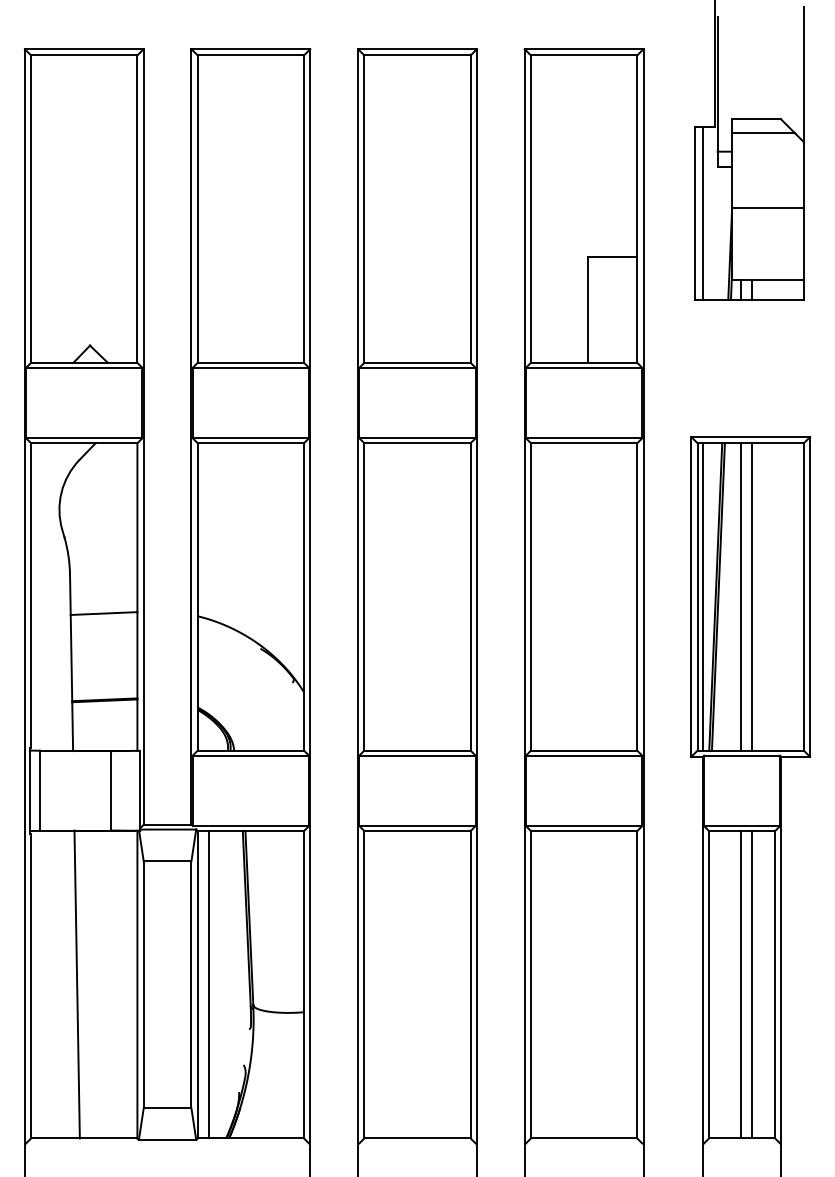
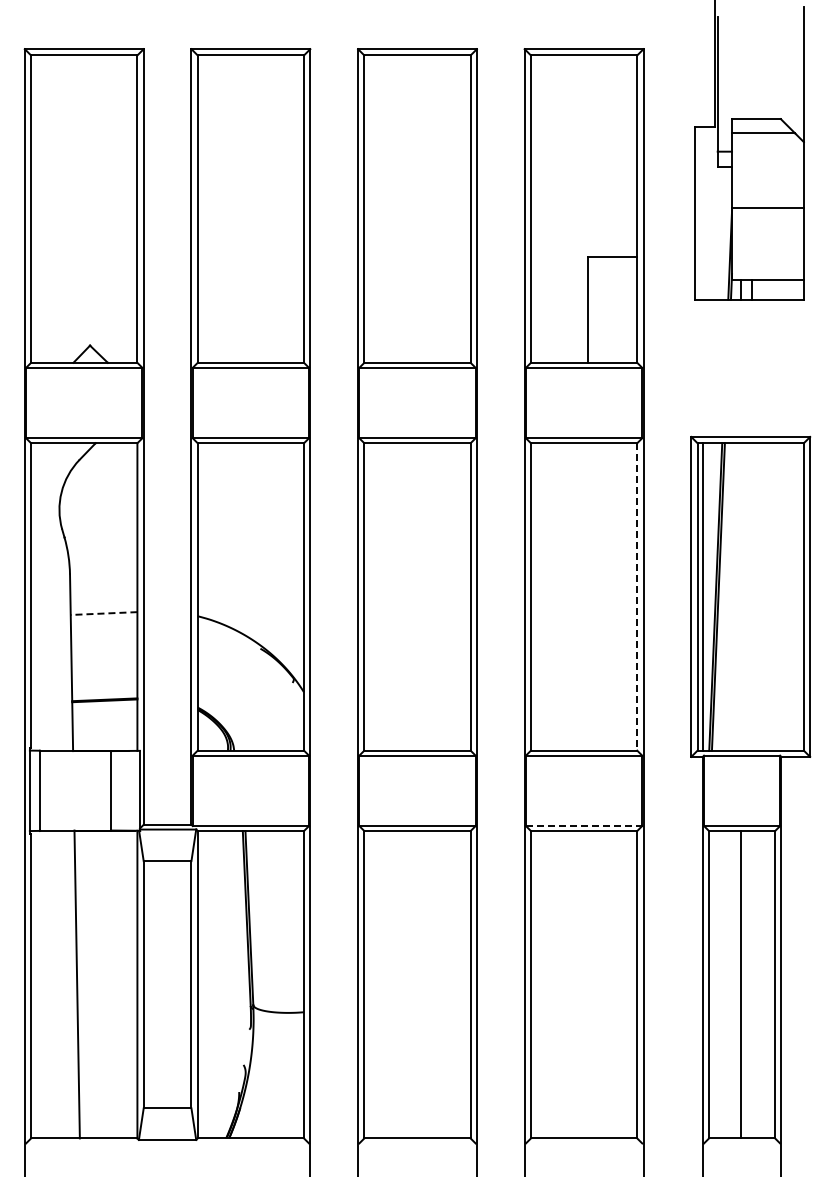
line at (703, 213): present -> none
line at (637, 596): solid -> dashed
line at (740, 596): present -> none
line at (751, 596): present -> none
line at (103, 613): solid -> dashed
line at (584, 826): solid -> dashed
line at (209, 984): present -> none
line at (751, 984): present -> none
